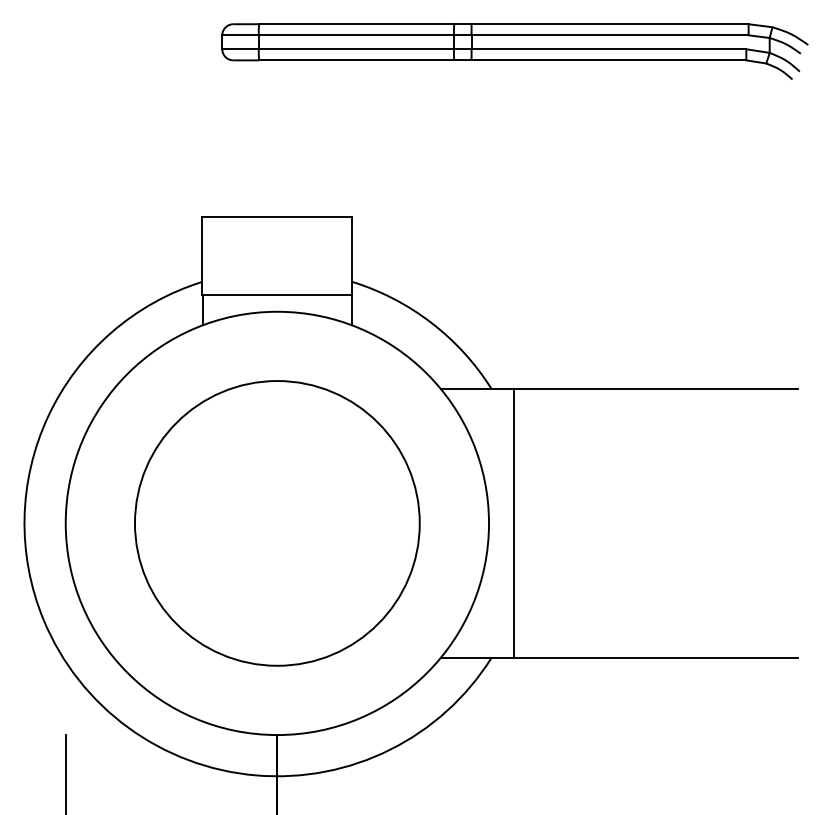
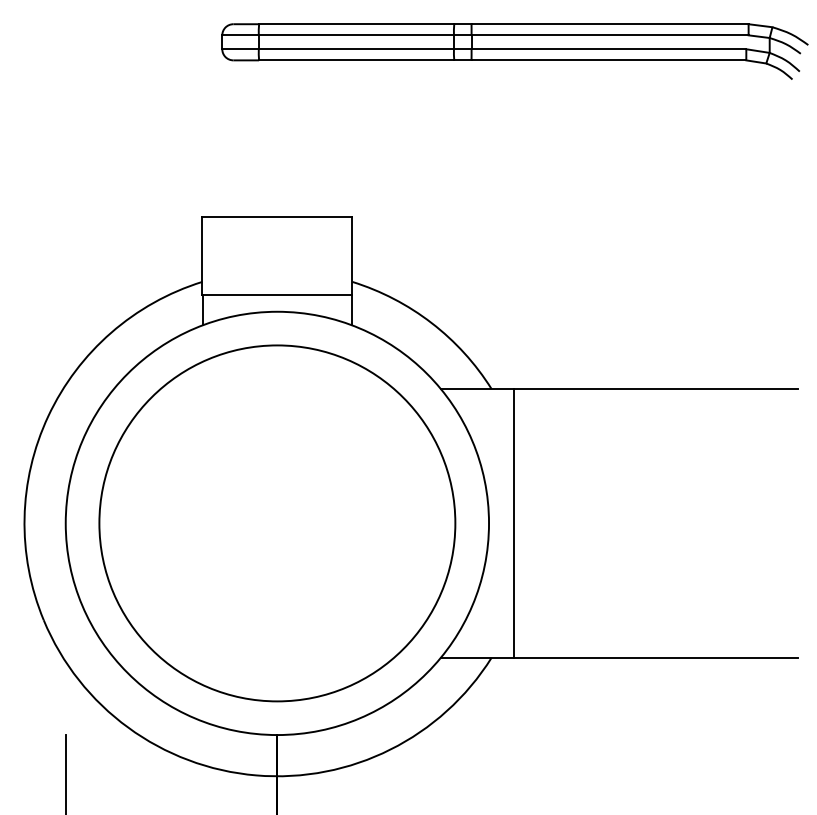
circle at (277, 523) diameter: 285 px -> 356 px
